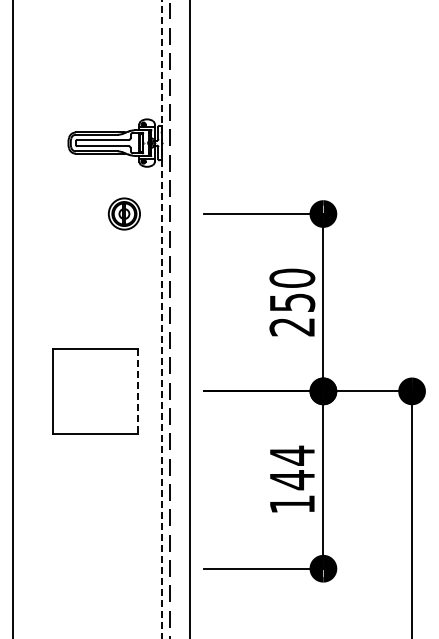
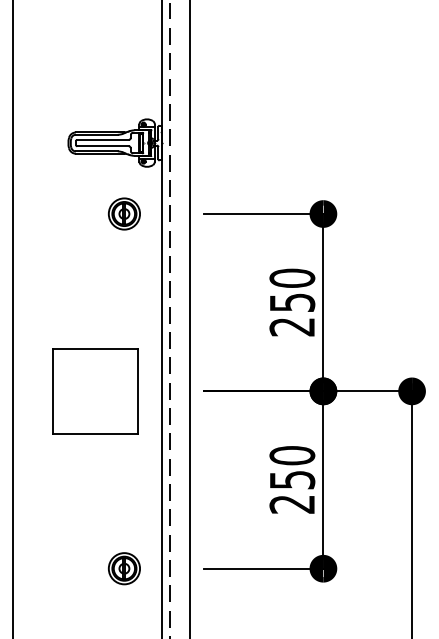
line at (162, 319): dashed -> solid
line at (137, 391): dashed -> solid
text at (292, 479): 144 -> 250
part at (123, 568): none -> present
